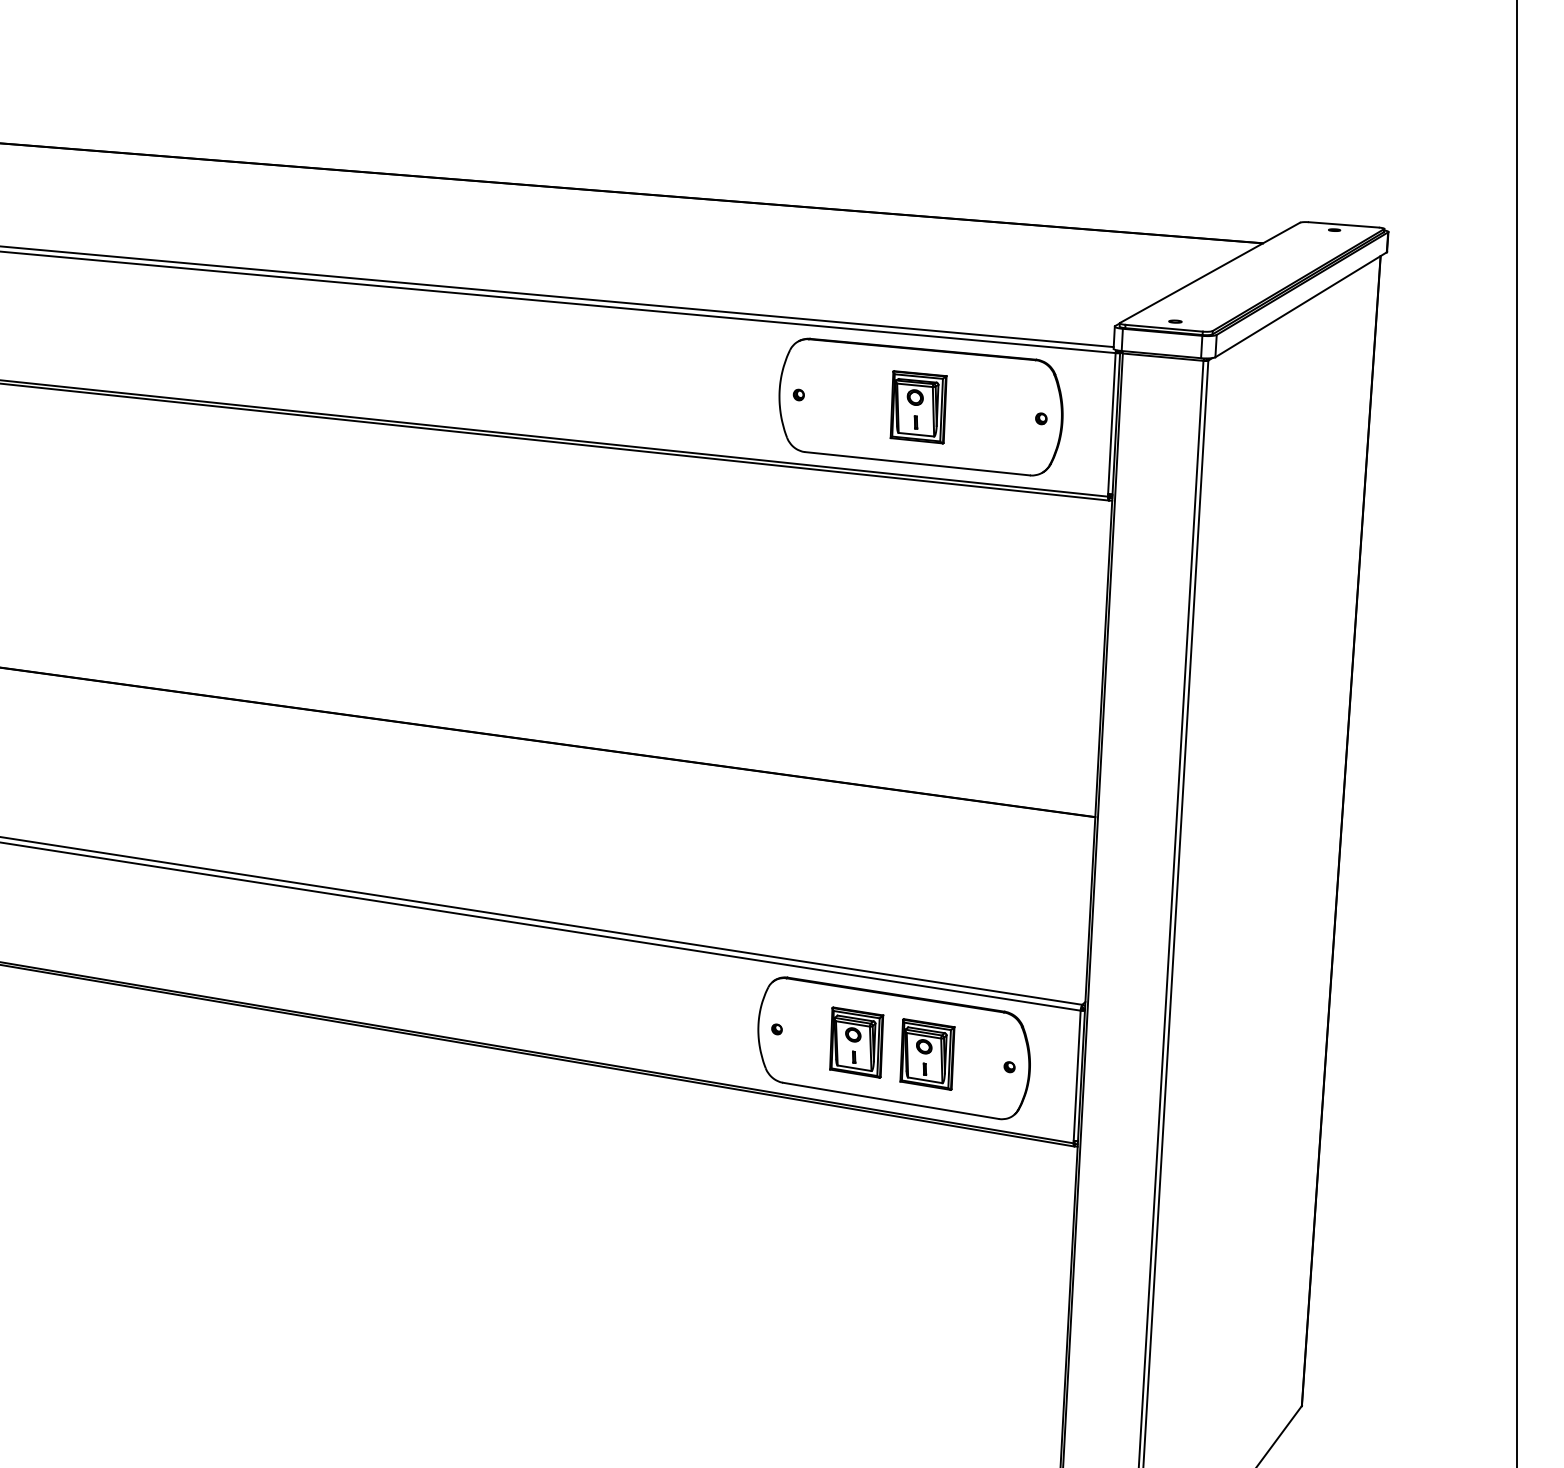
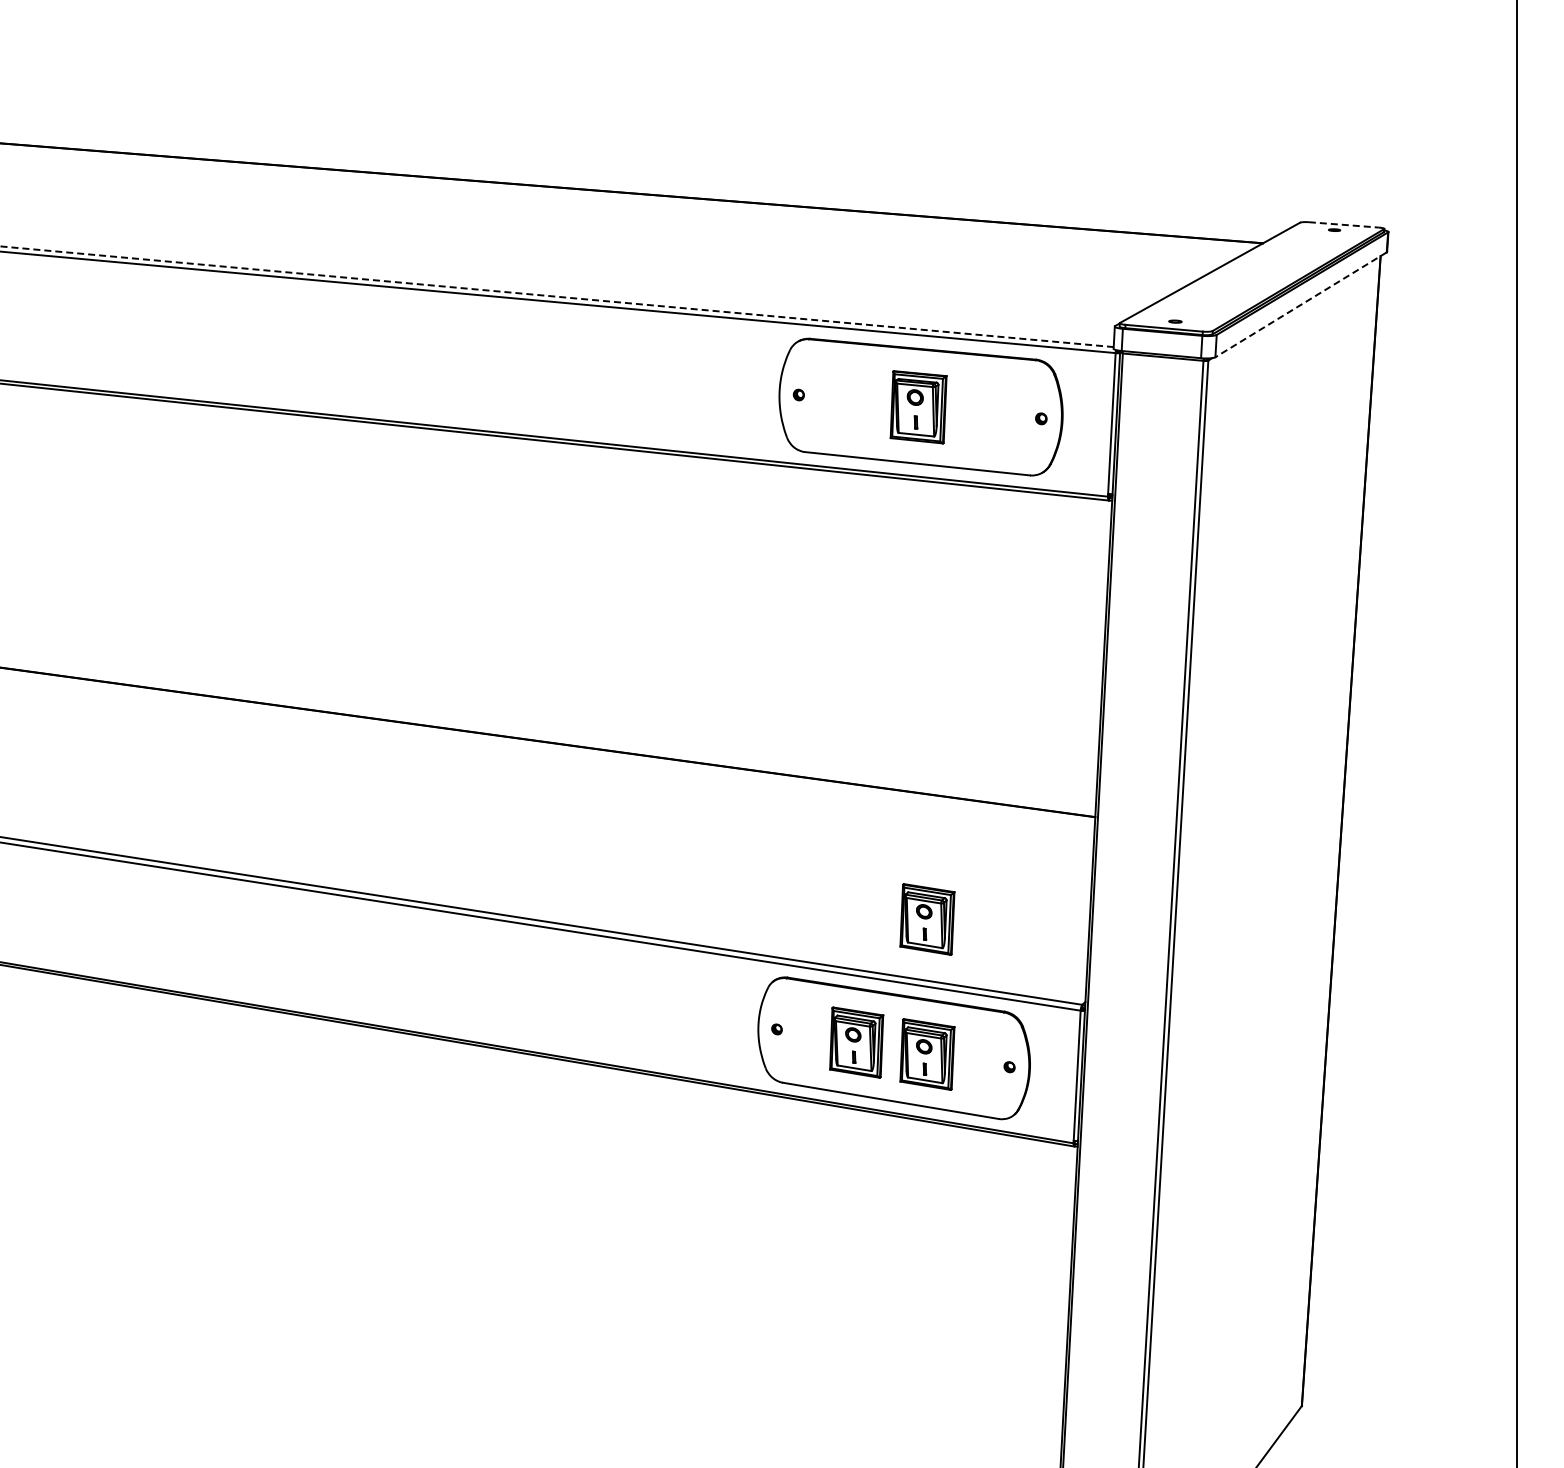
line at (1344, 224): solid -> dashed
line at (557, 296): solid -> dashed
line at (1300, 305): solid -> dashed
part at (927, 919): none -> present
